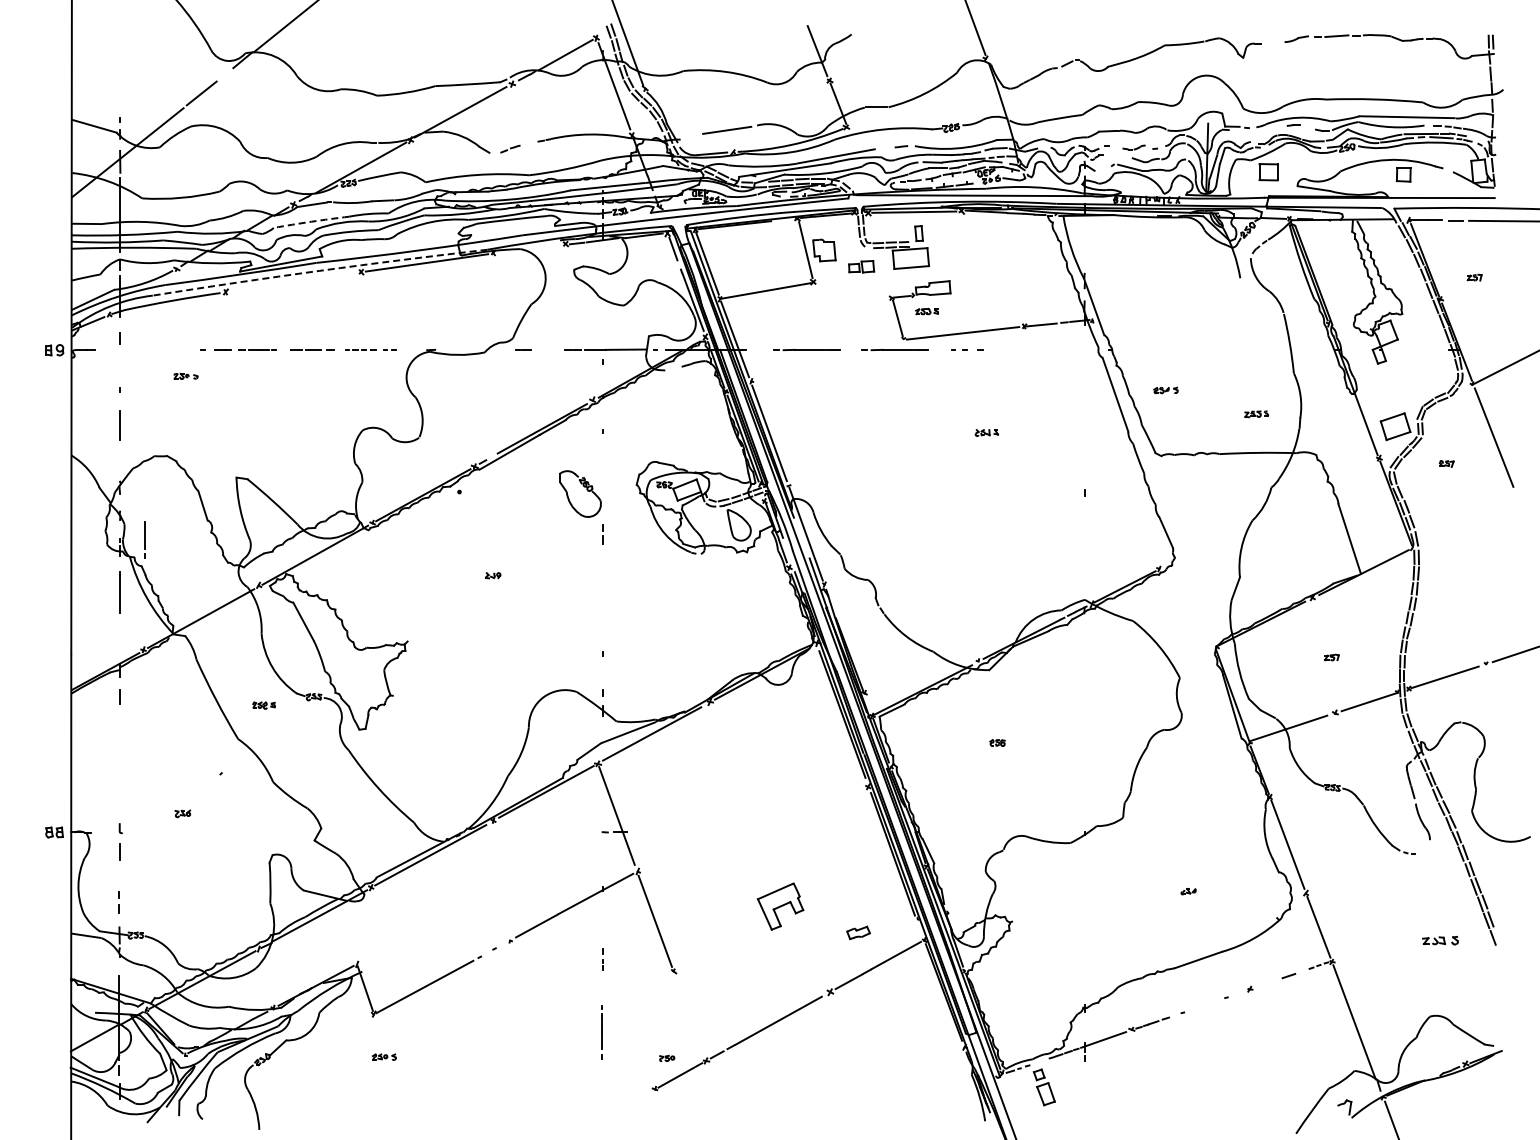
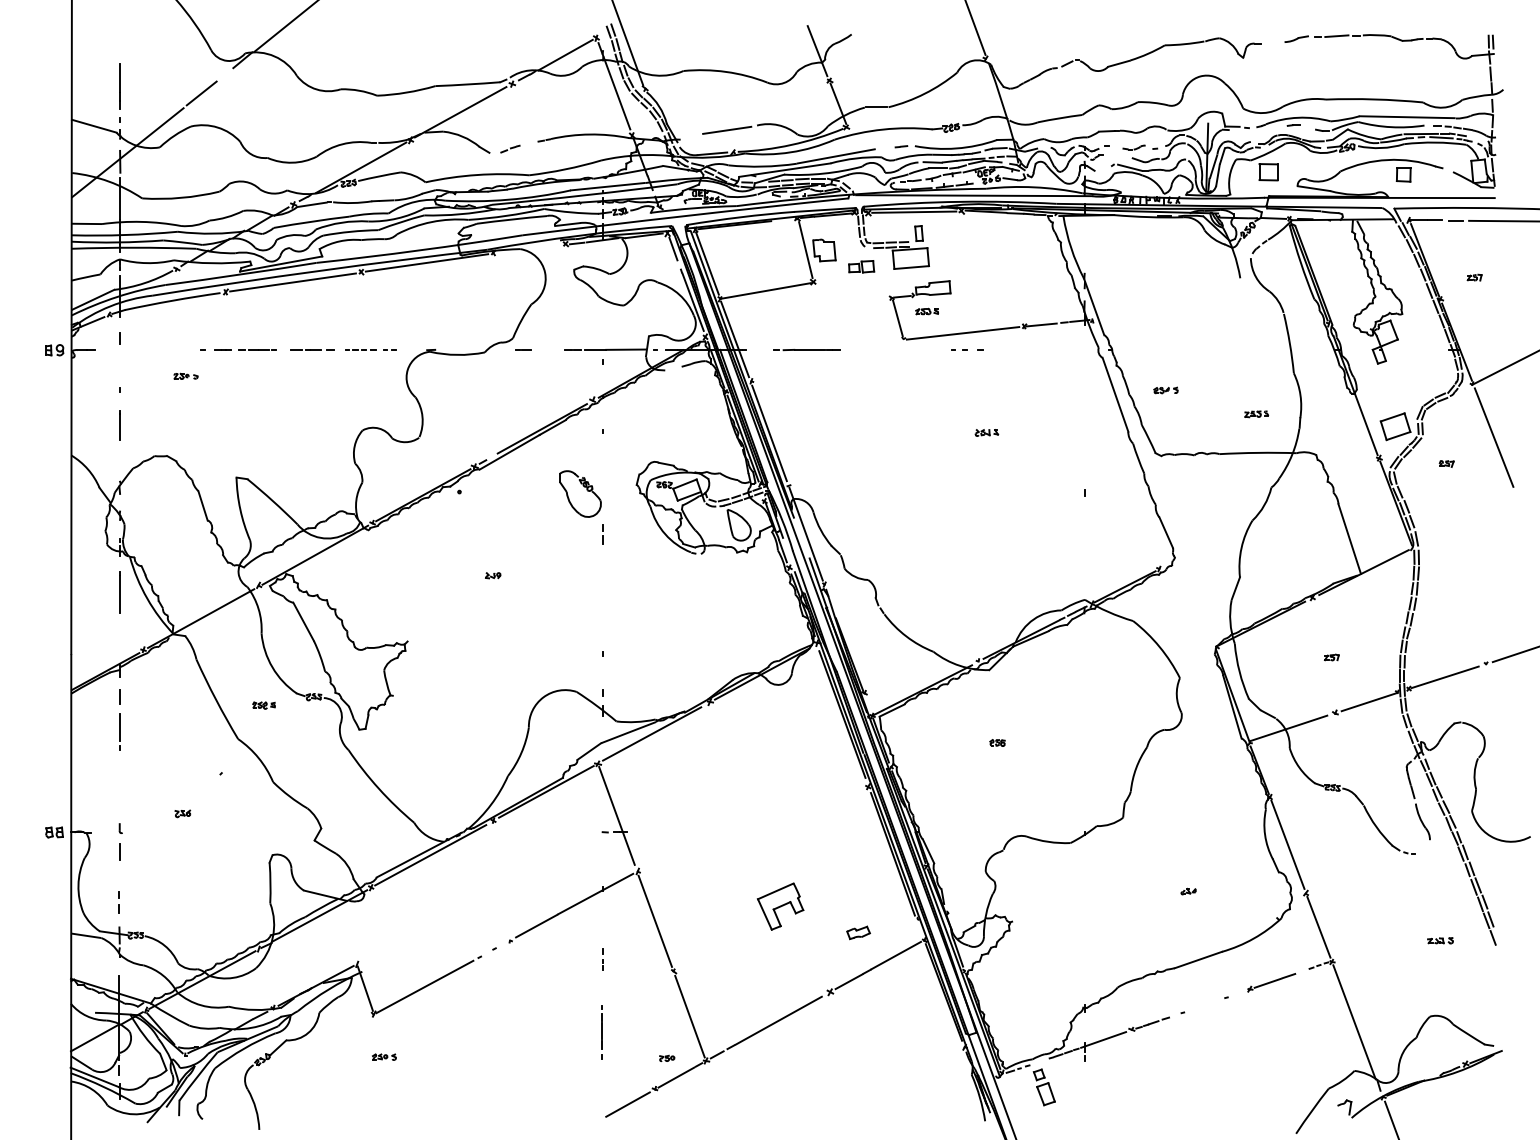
line at (119, 86): none -> present
arc at (311, 221): dashed -> solid
arc at (319, 270): dashed -> solid
line at (292, 282): none -> present
line at (894, 350): present -> none
line at (144, 539) position: (144, 539) -> (119, 731)
part at (1440, 940) size: 37x11 px -> 27x8 px
line at (1267, 982): none -> present
line at (689, 1016): none -> present
line at (627, 1104): none -> present
